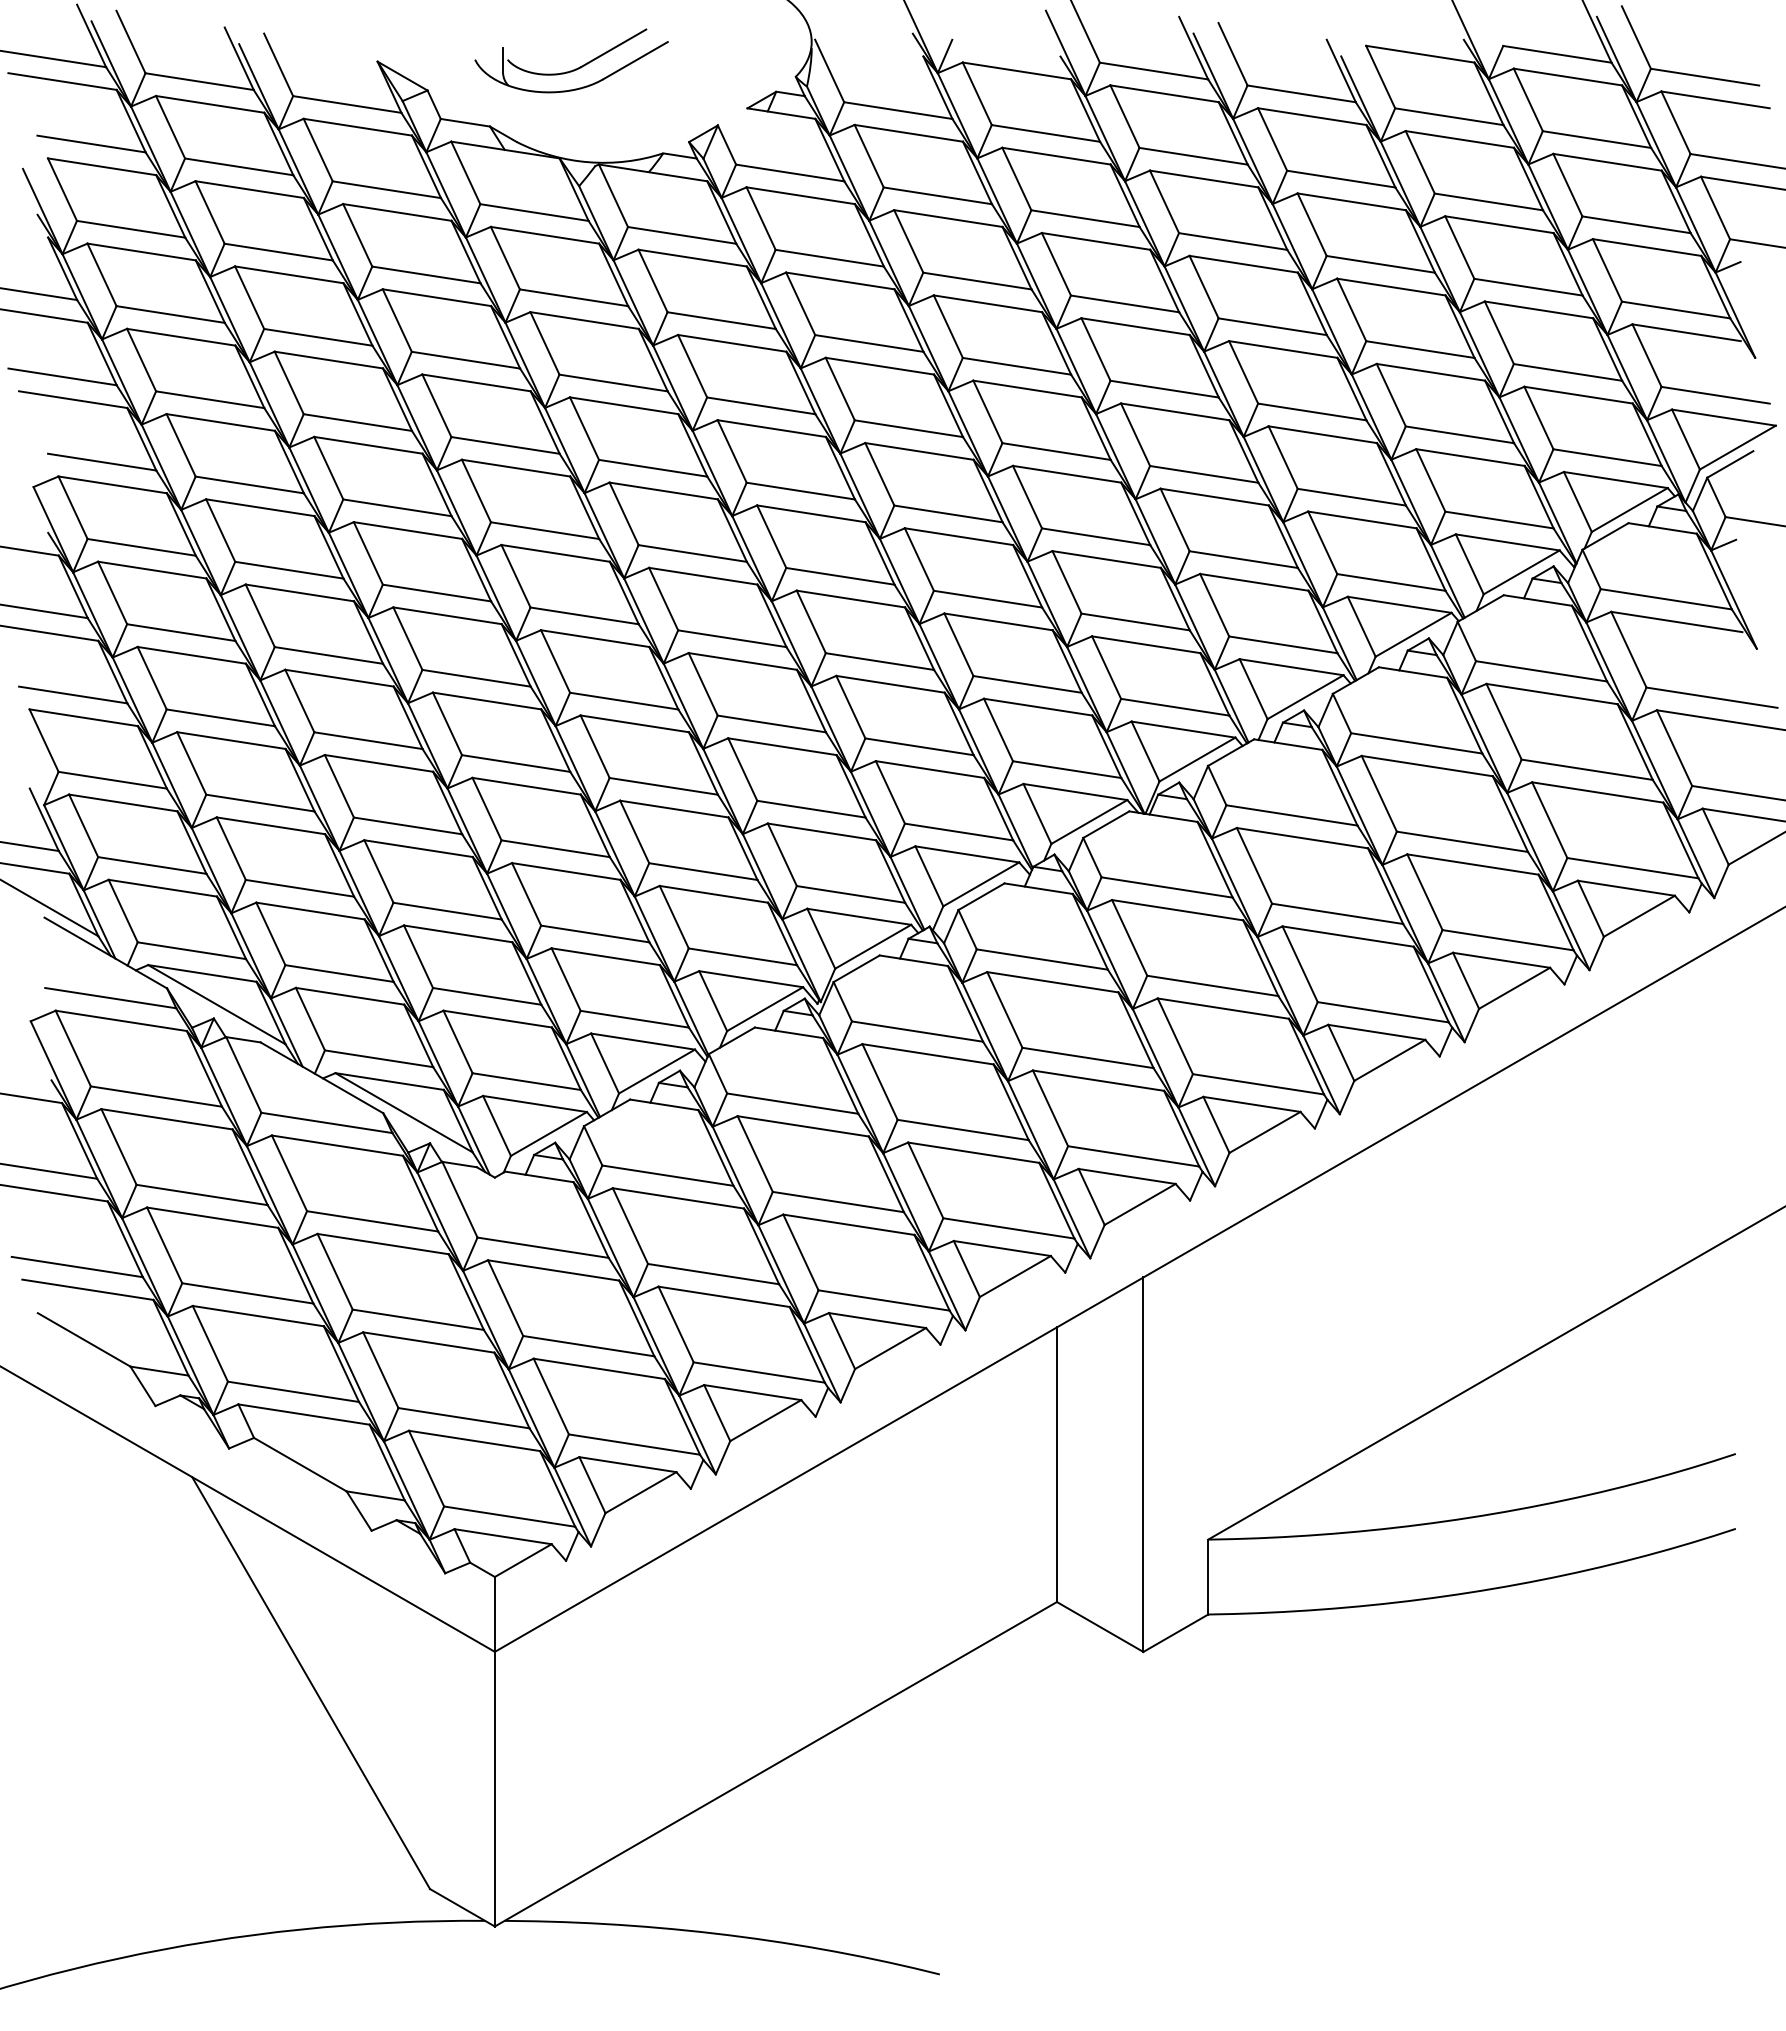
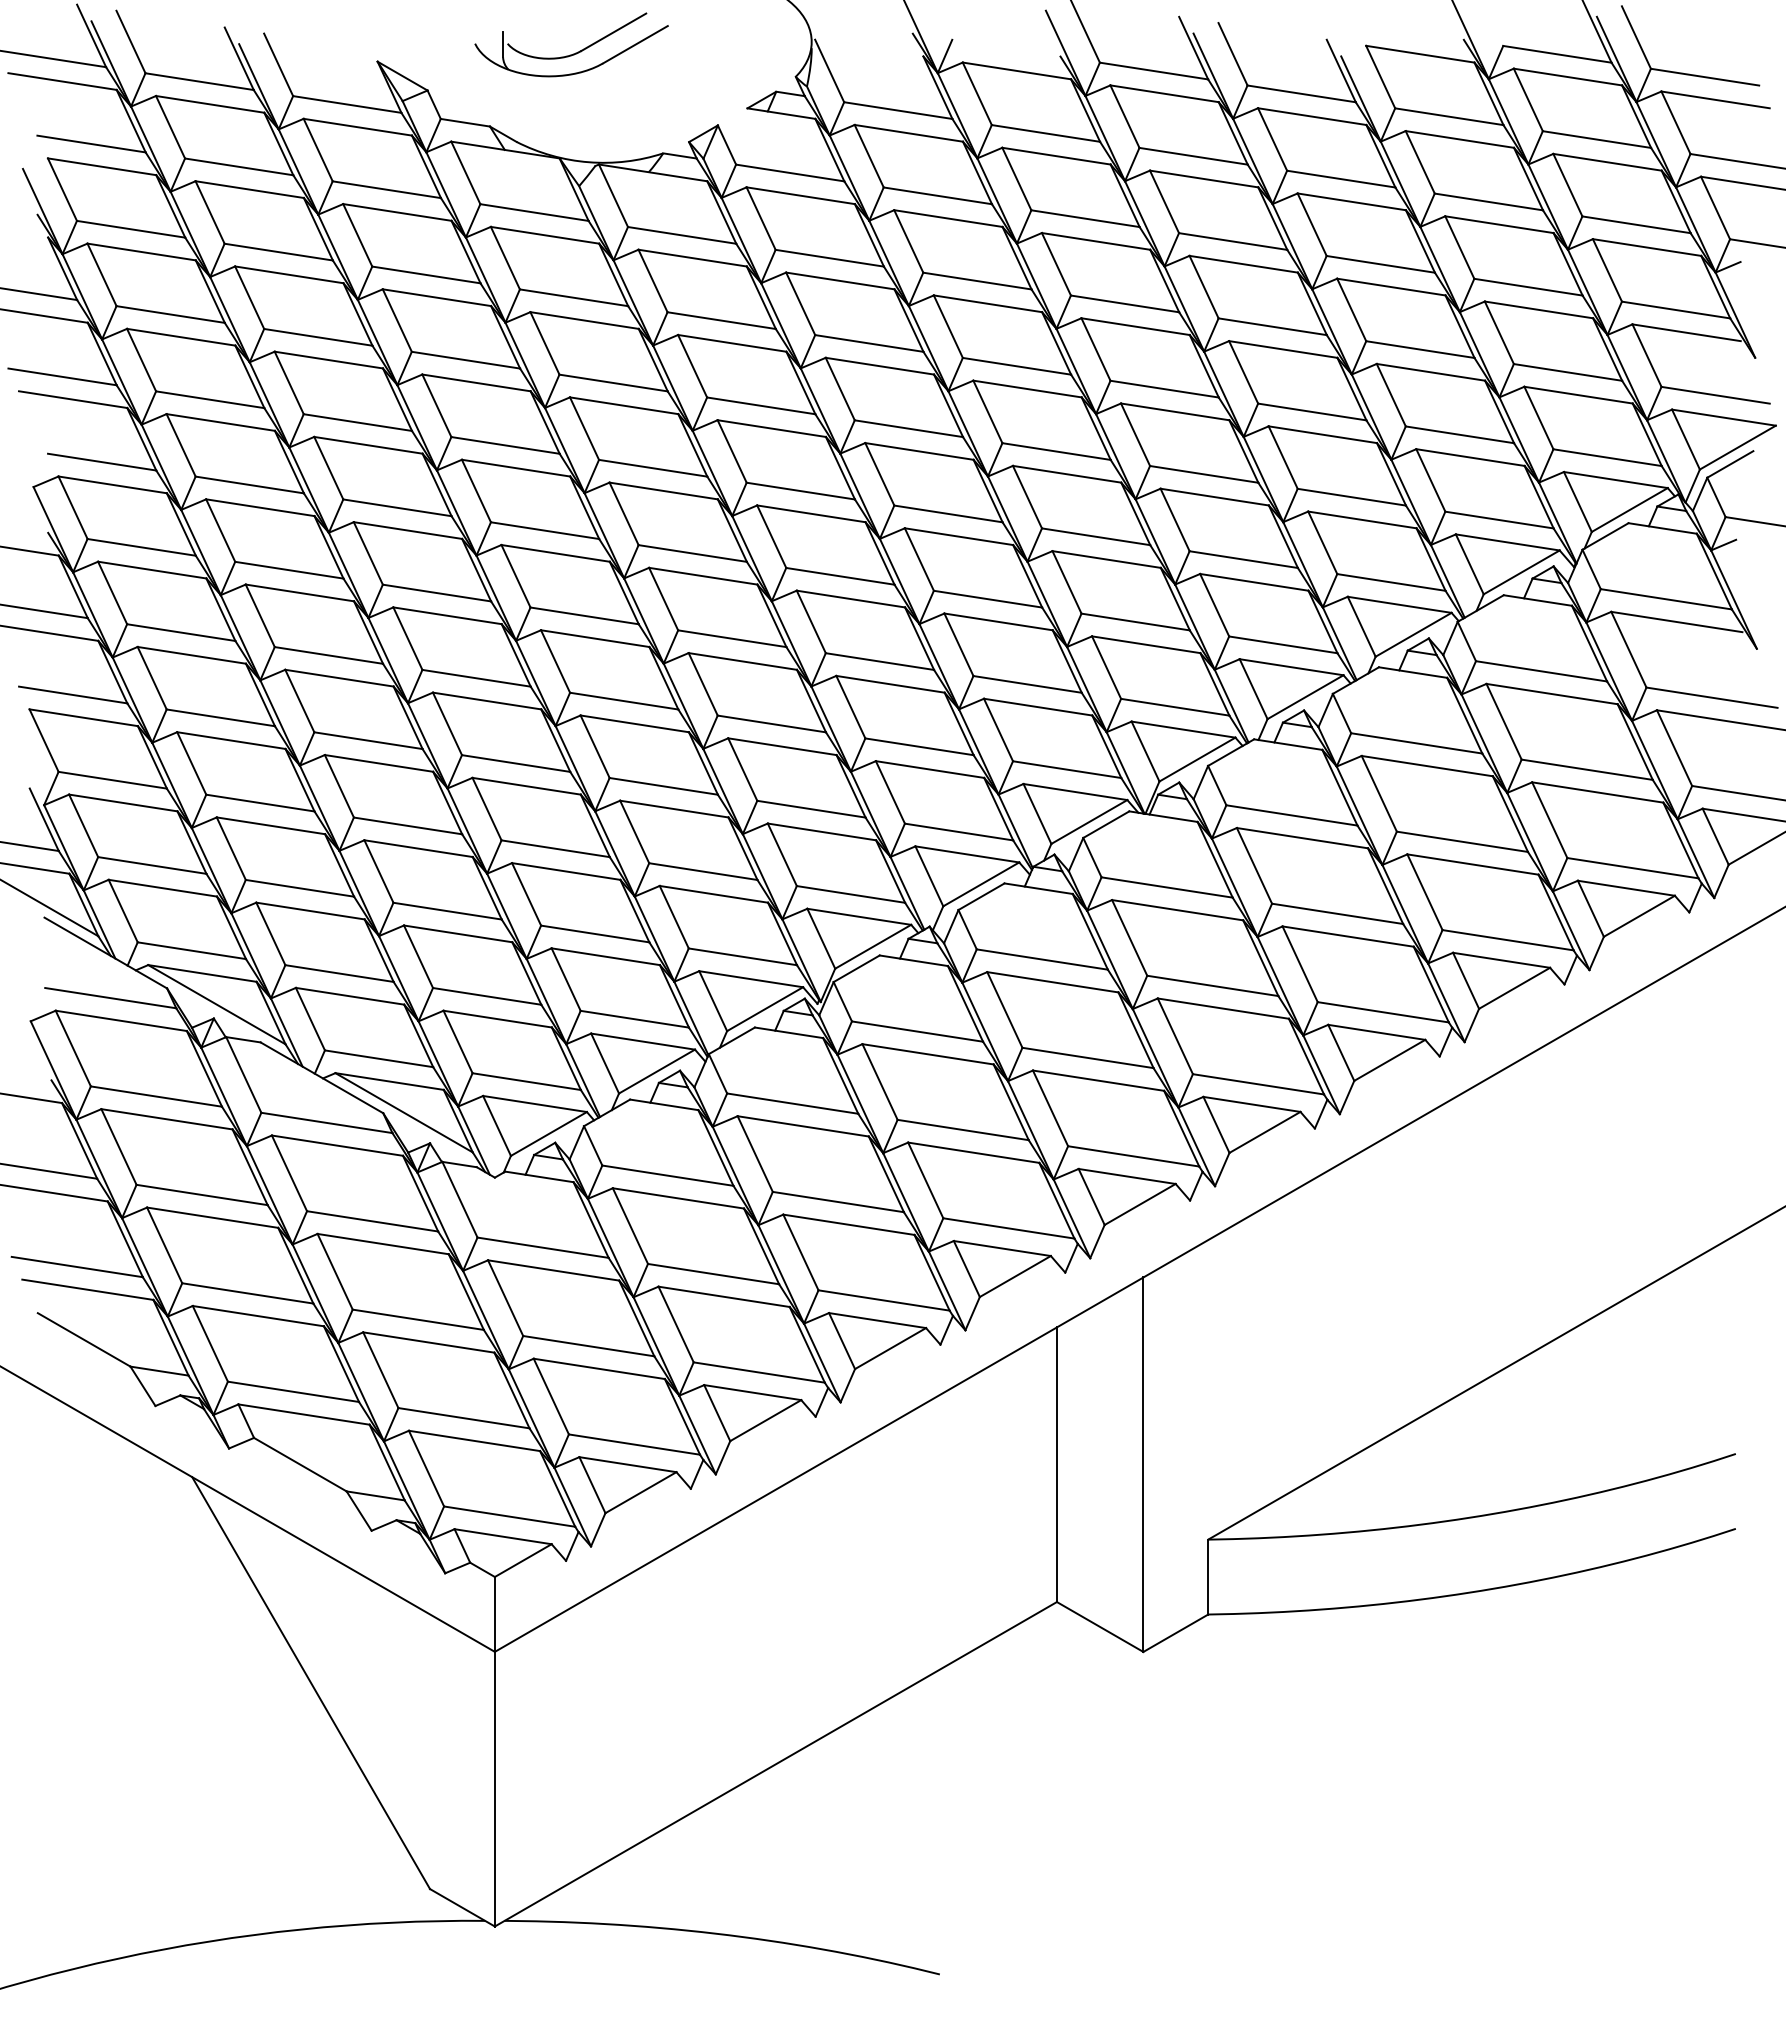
part at (575, 68) position: (575, 68) -> (575, 52)
